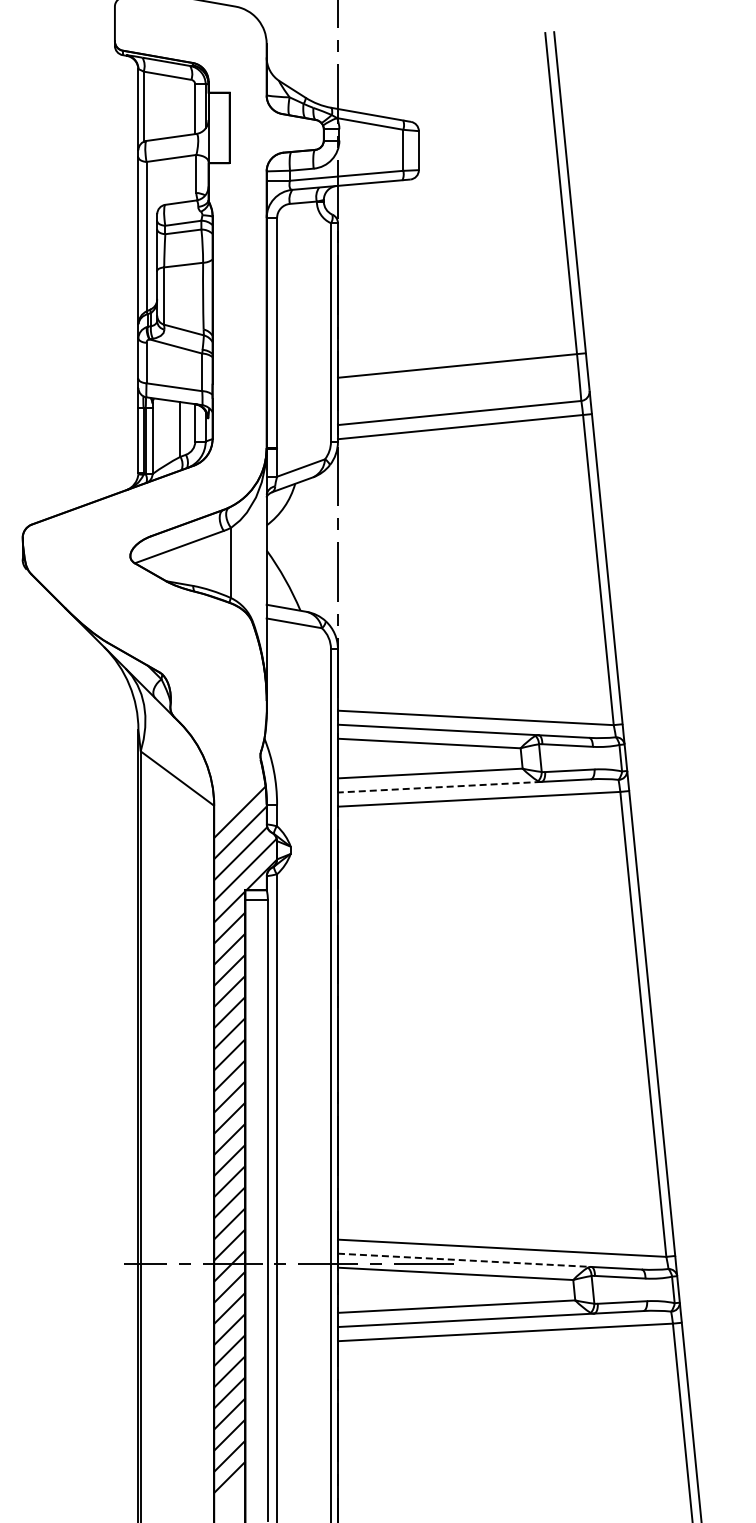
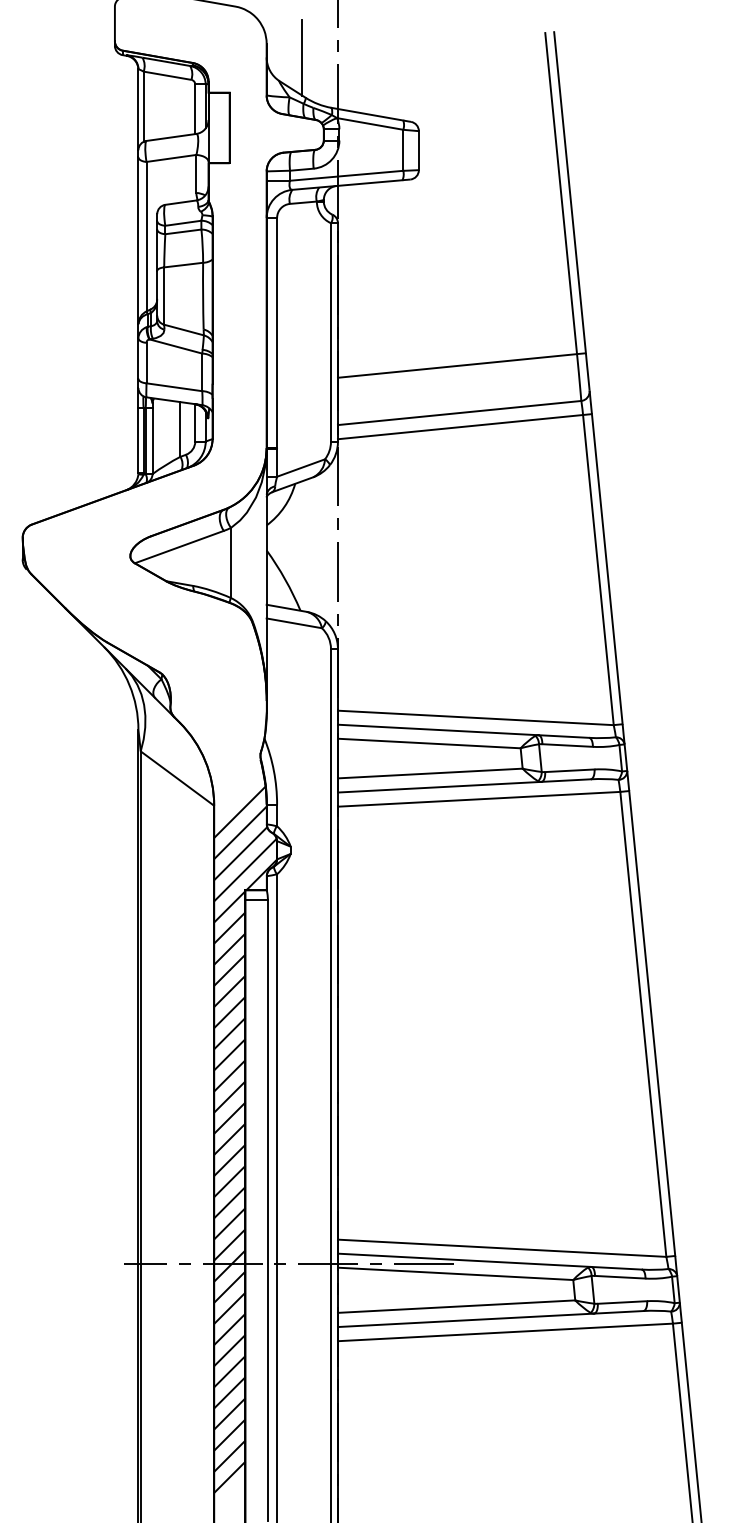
line at (302, 57): none -> present
line at (439, 787): dashed -> solid
line at (464, 1260): dashed -> solid
